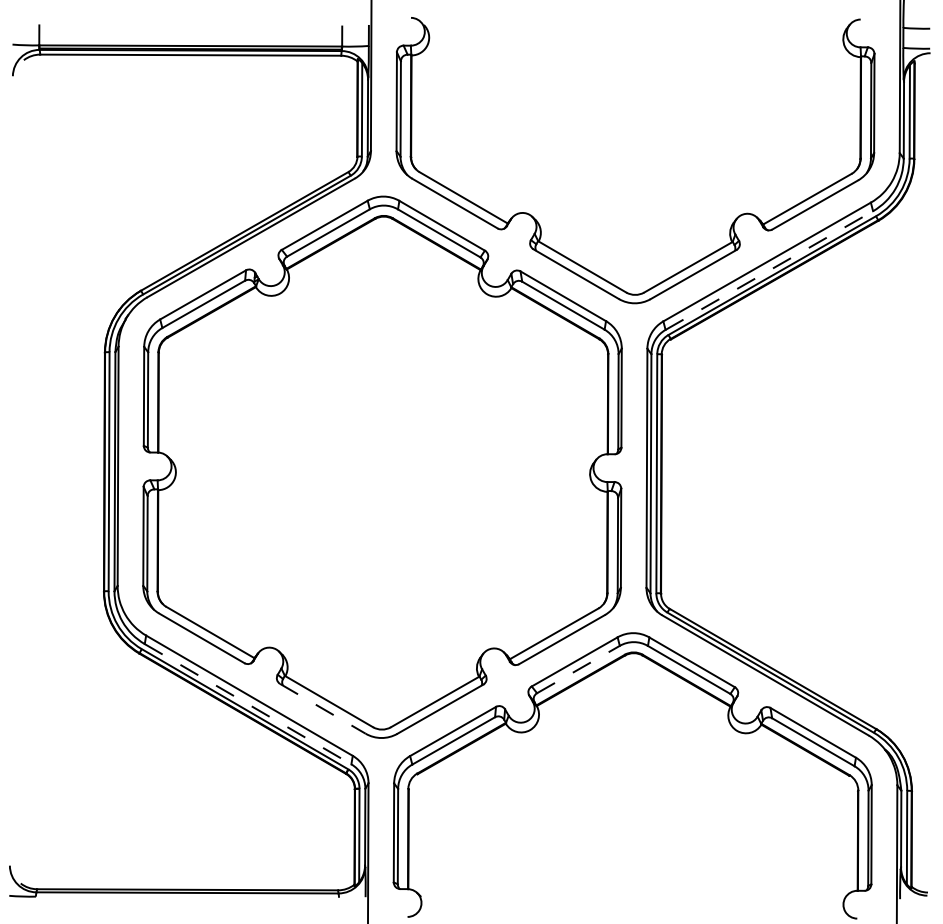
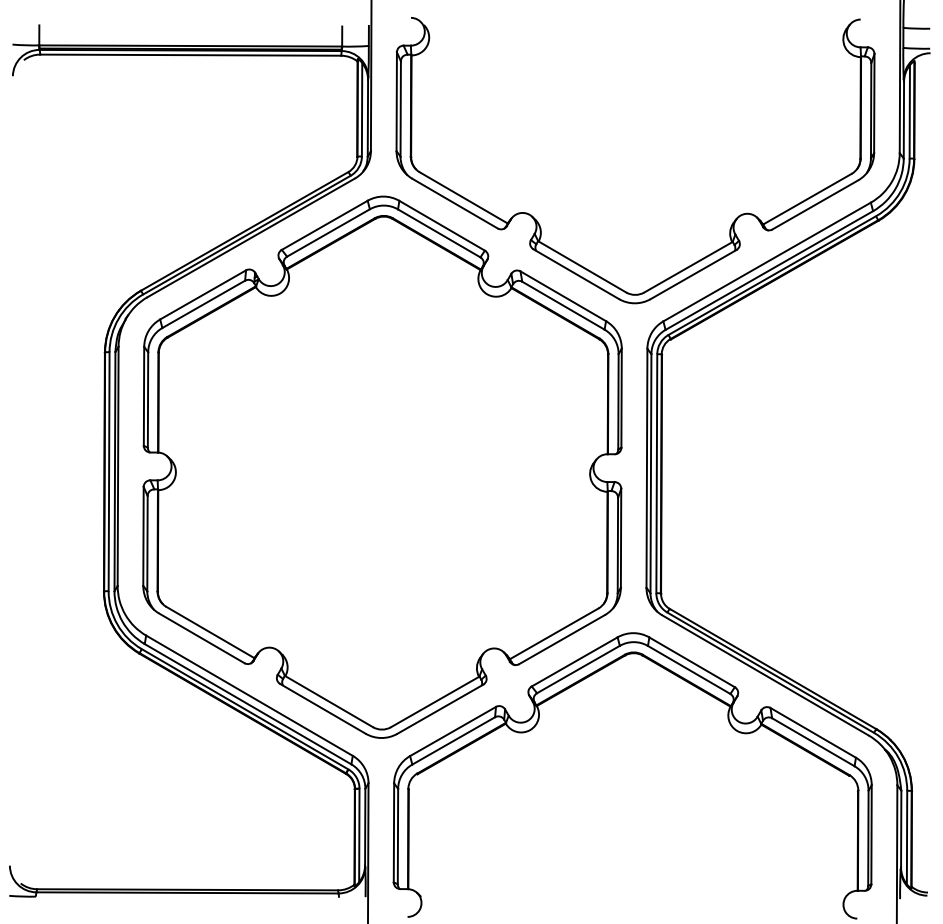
line at (769, 270): dashed -> solid
line at (578, 669): dashed -> solid
line at (248, 704): dashed -> solid
line at (323, 709): dashed -> solid
